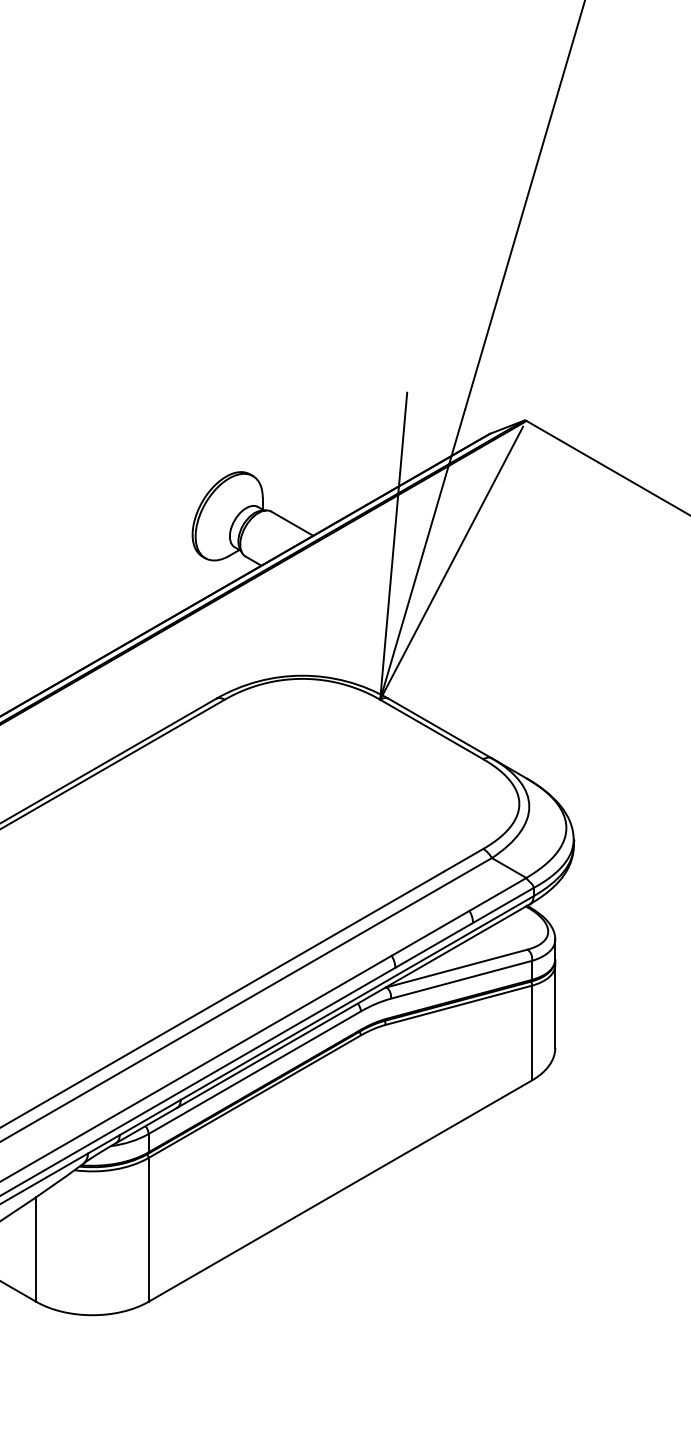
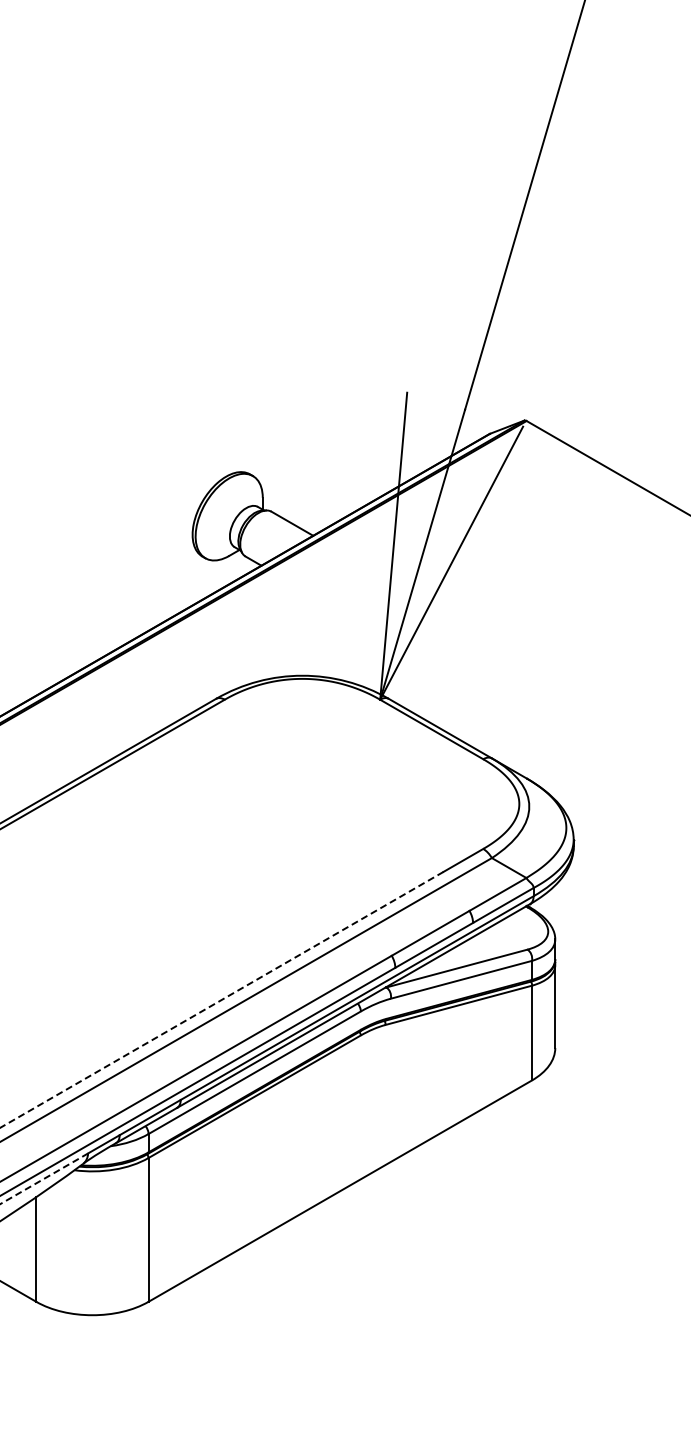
line at (221, 999): solid -> dashed
line at (44, 1178): solid -> dashed
